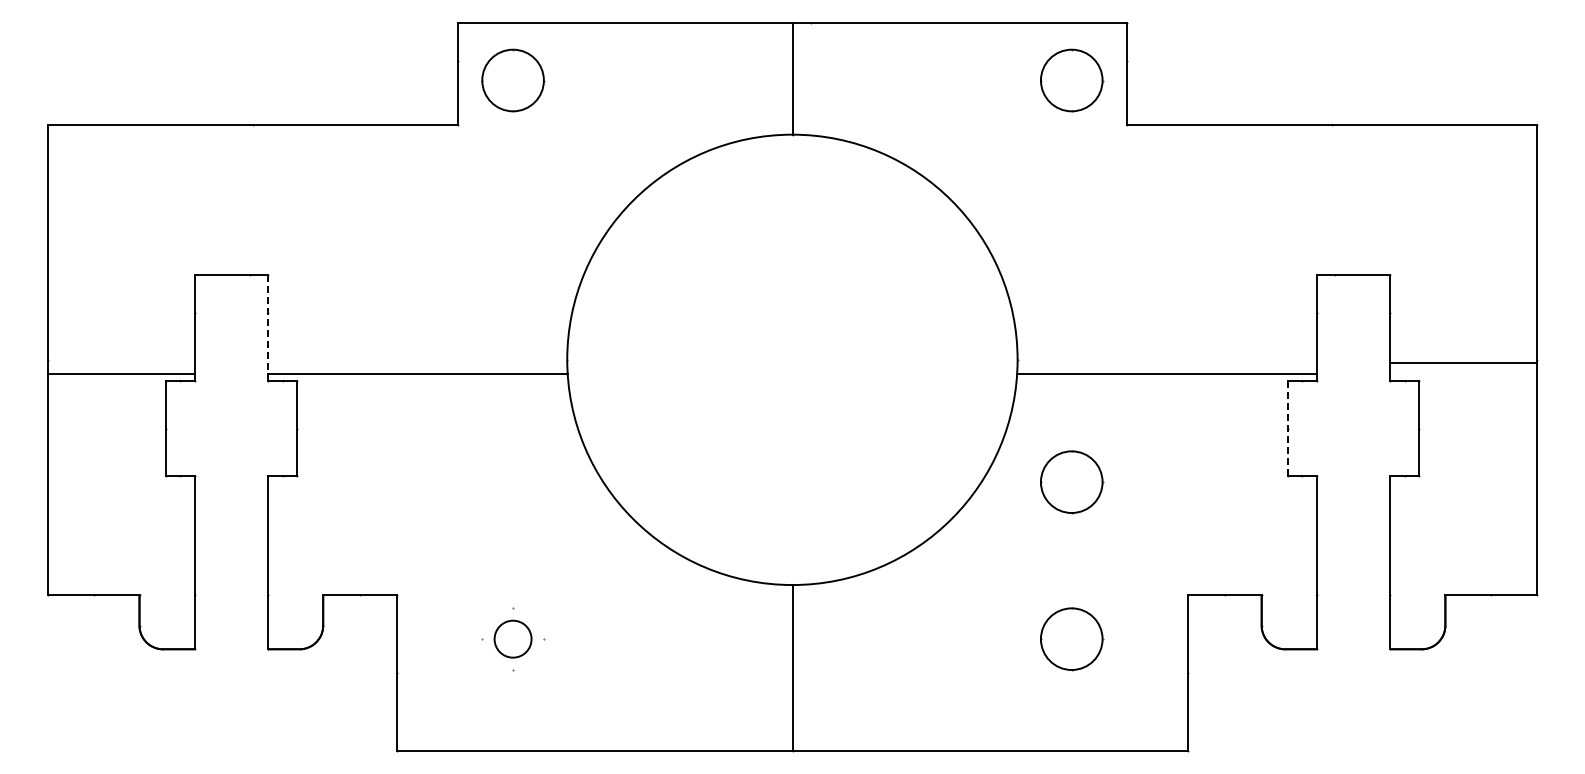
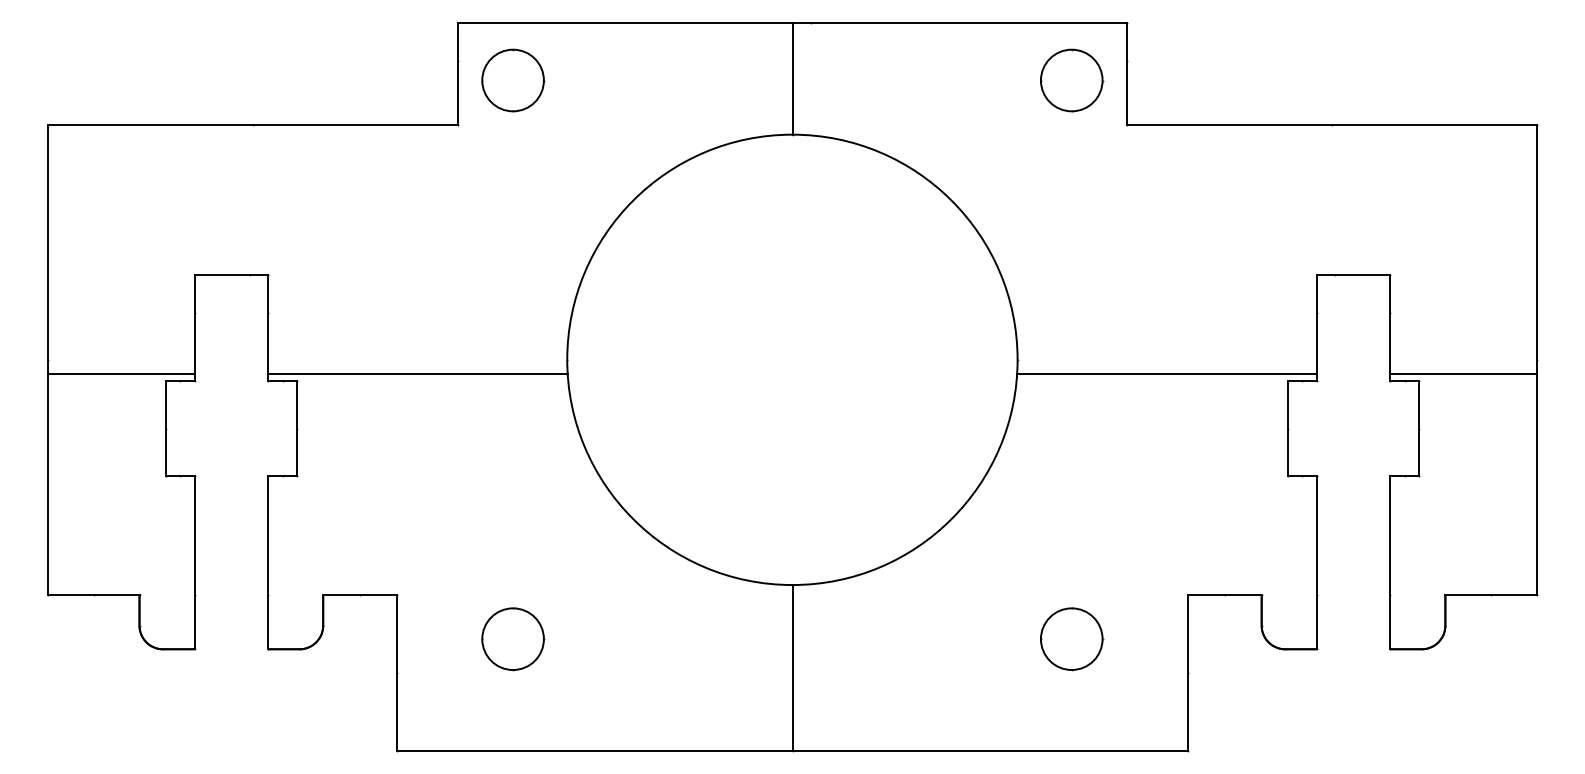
line at (268, 328): dashed -> solid
line at (1463, 362) position: (1463, 362) -> (1463, 373)
line at (1287, 428): dashed -> solid
part at (1072, 482): present -> none
circle at (512, 638) diameter: 37 px -> 62 px
